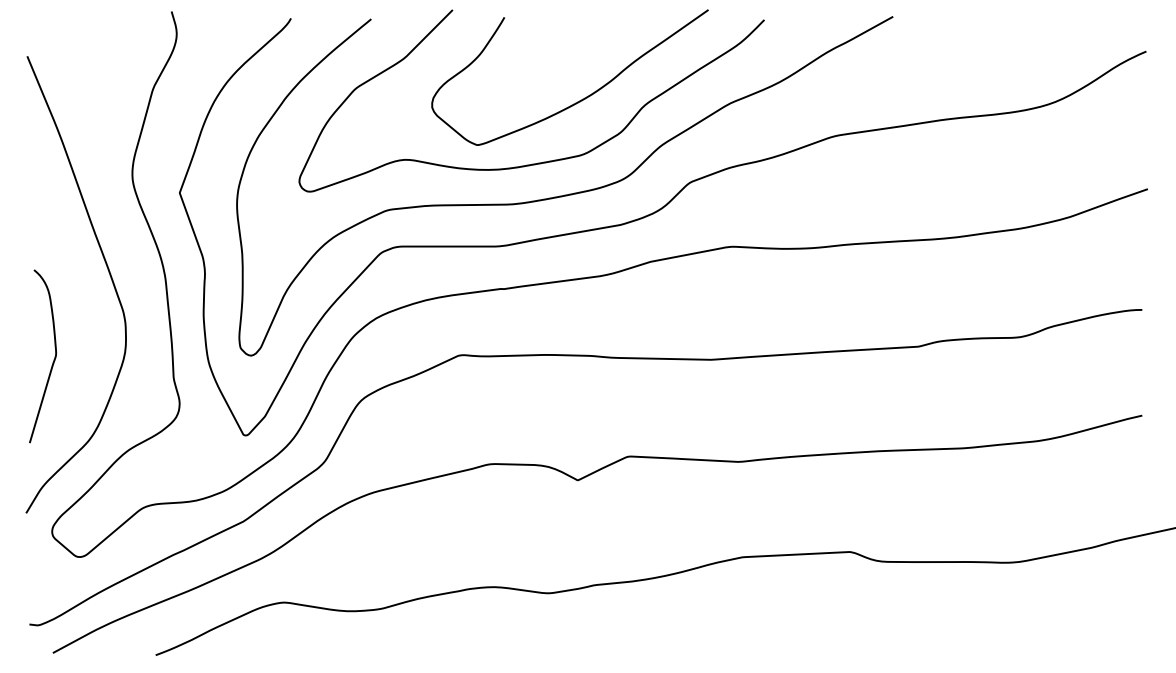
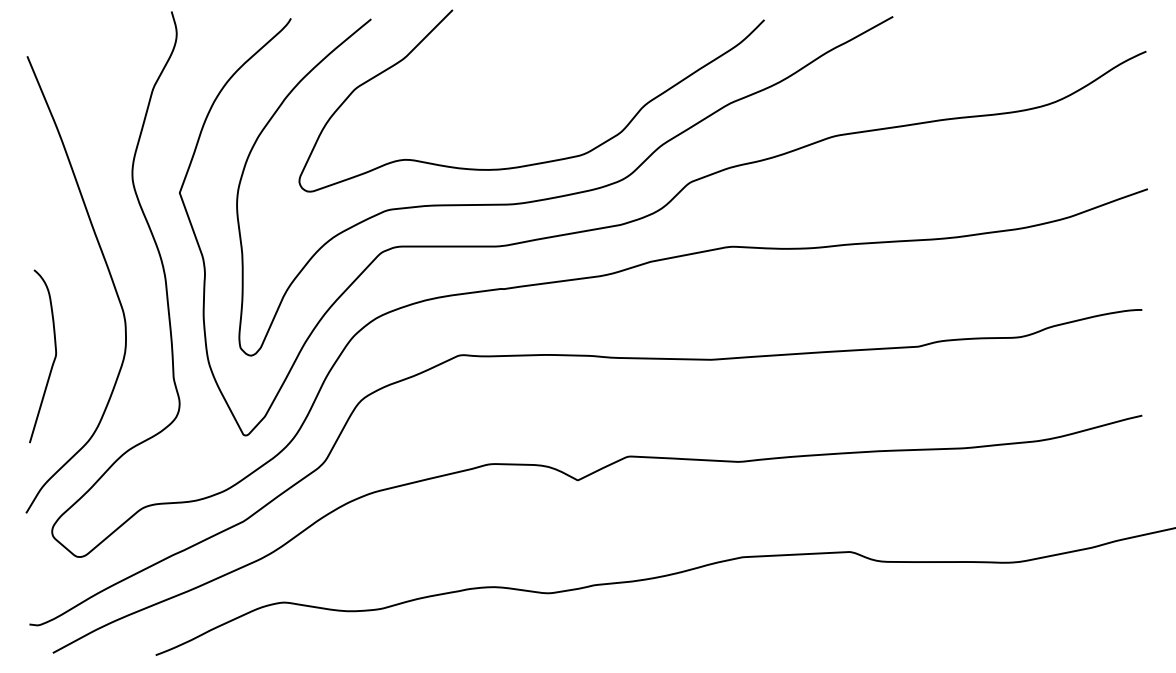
curve at (582, 98): present -> none
